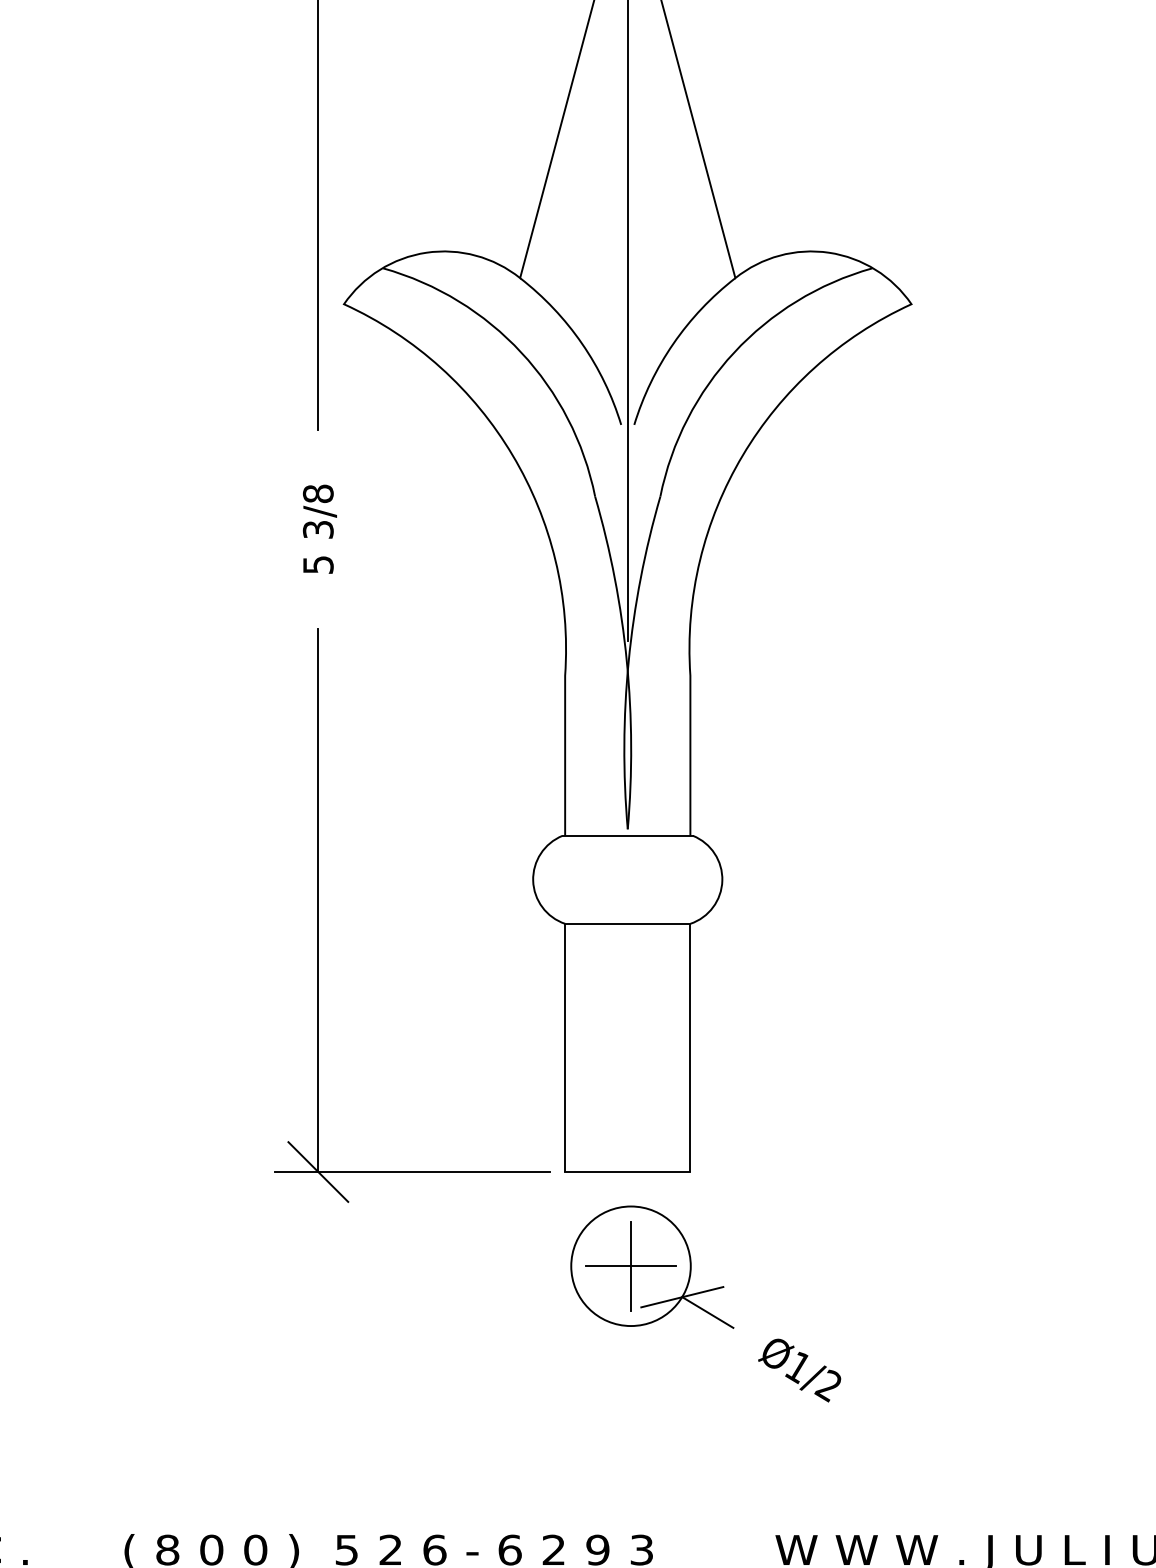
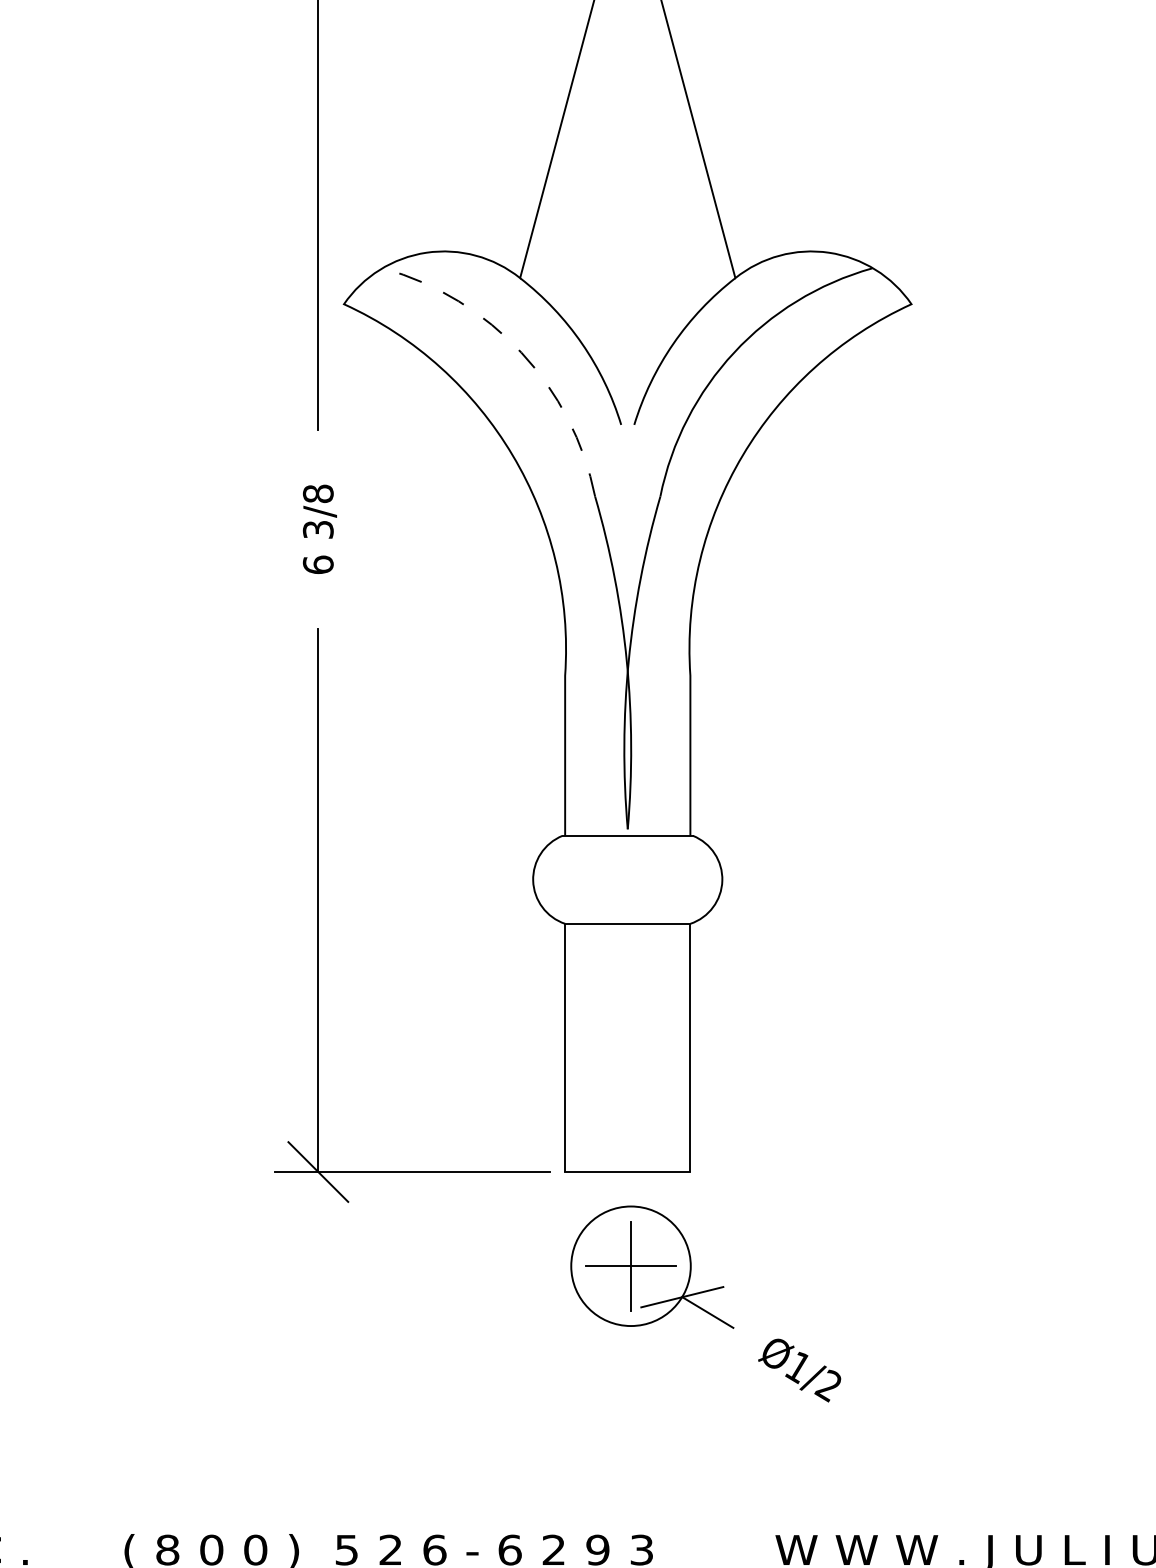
line at (627, 321): present -> none
arc at (521, 352): solid -> dashed
text at (317, 564): 5 -> 6
